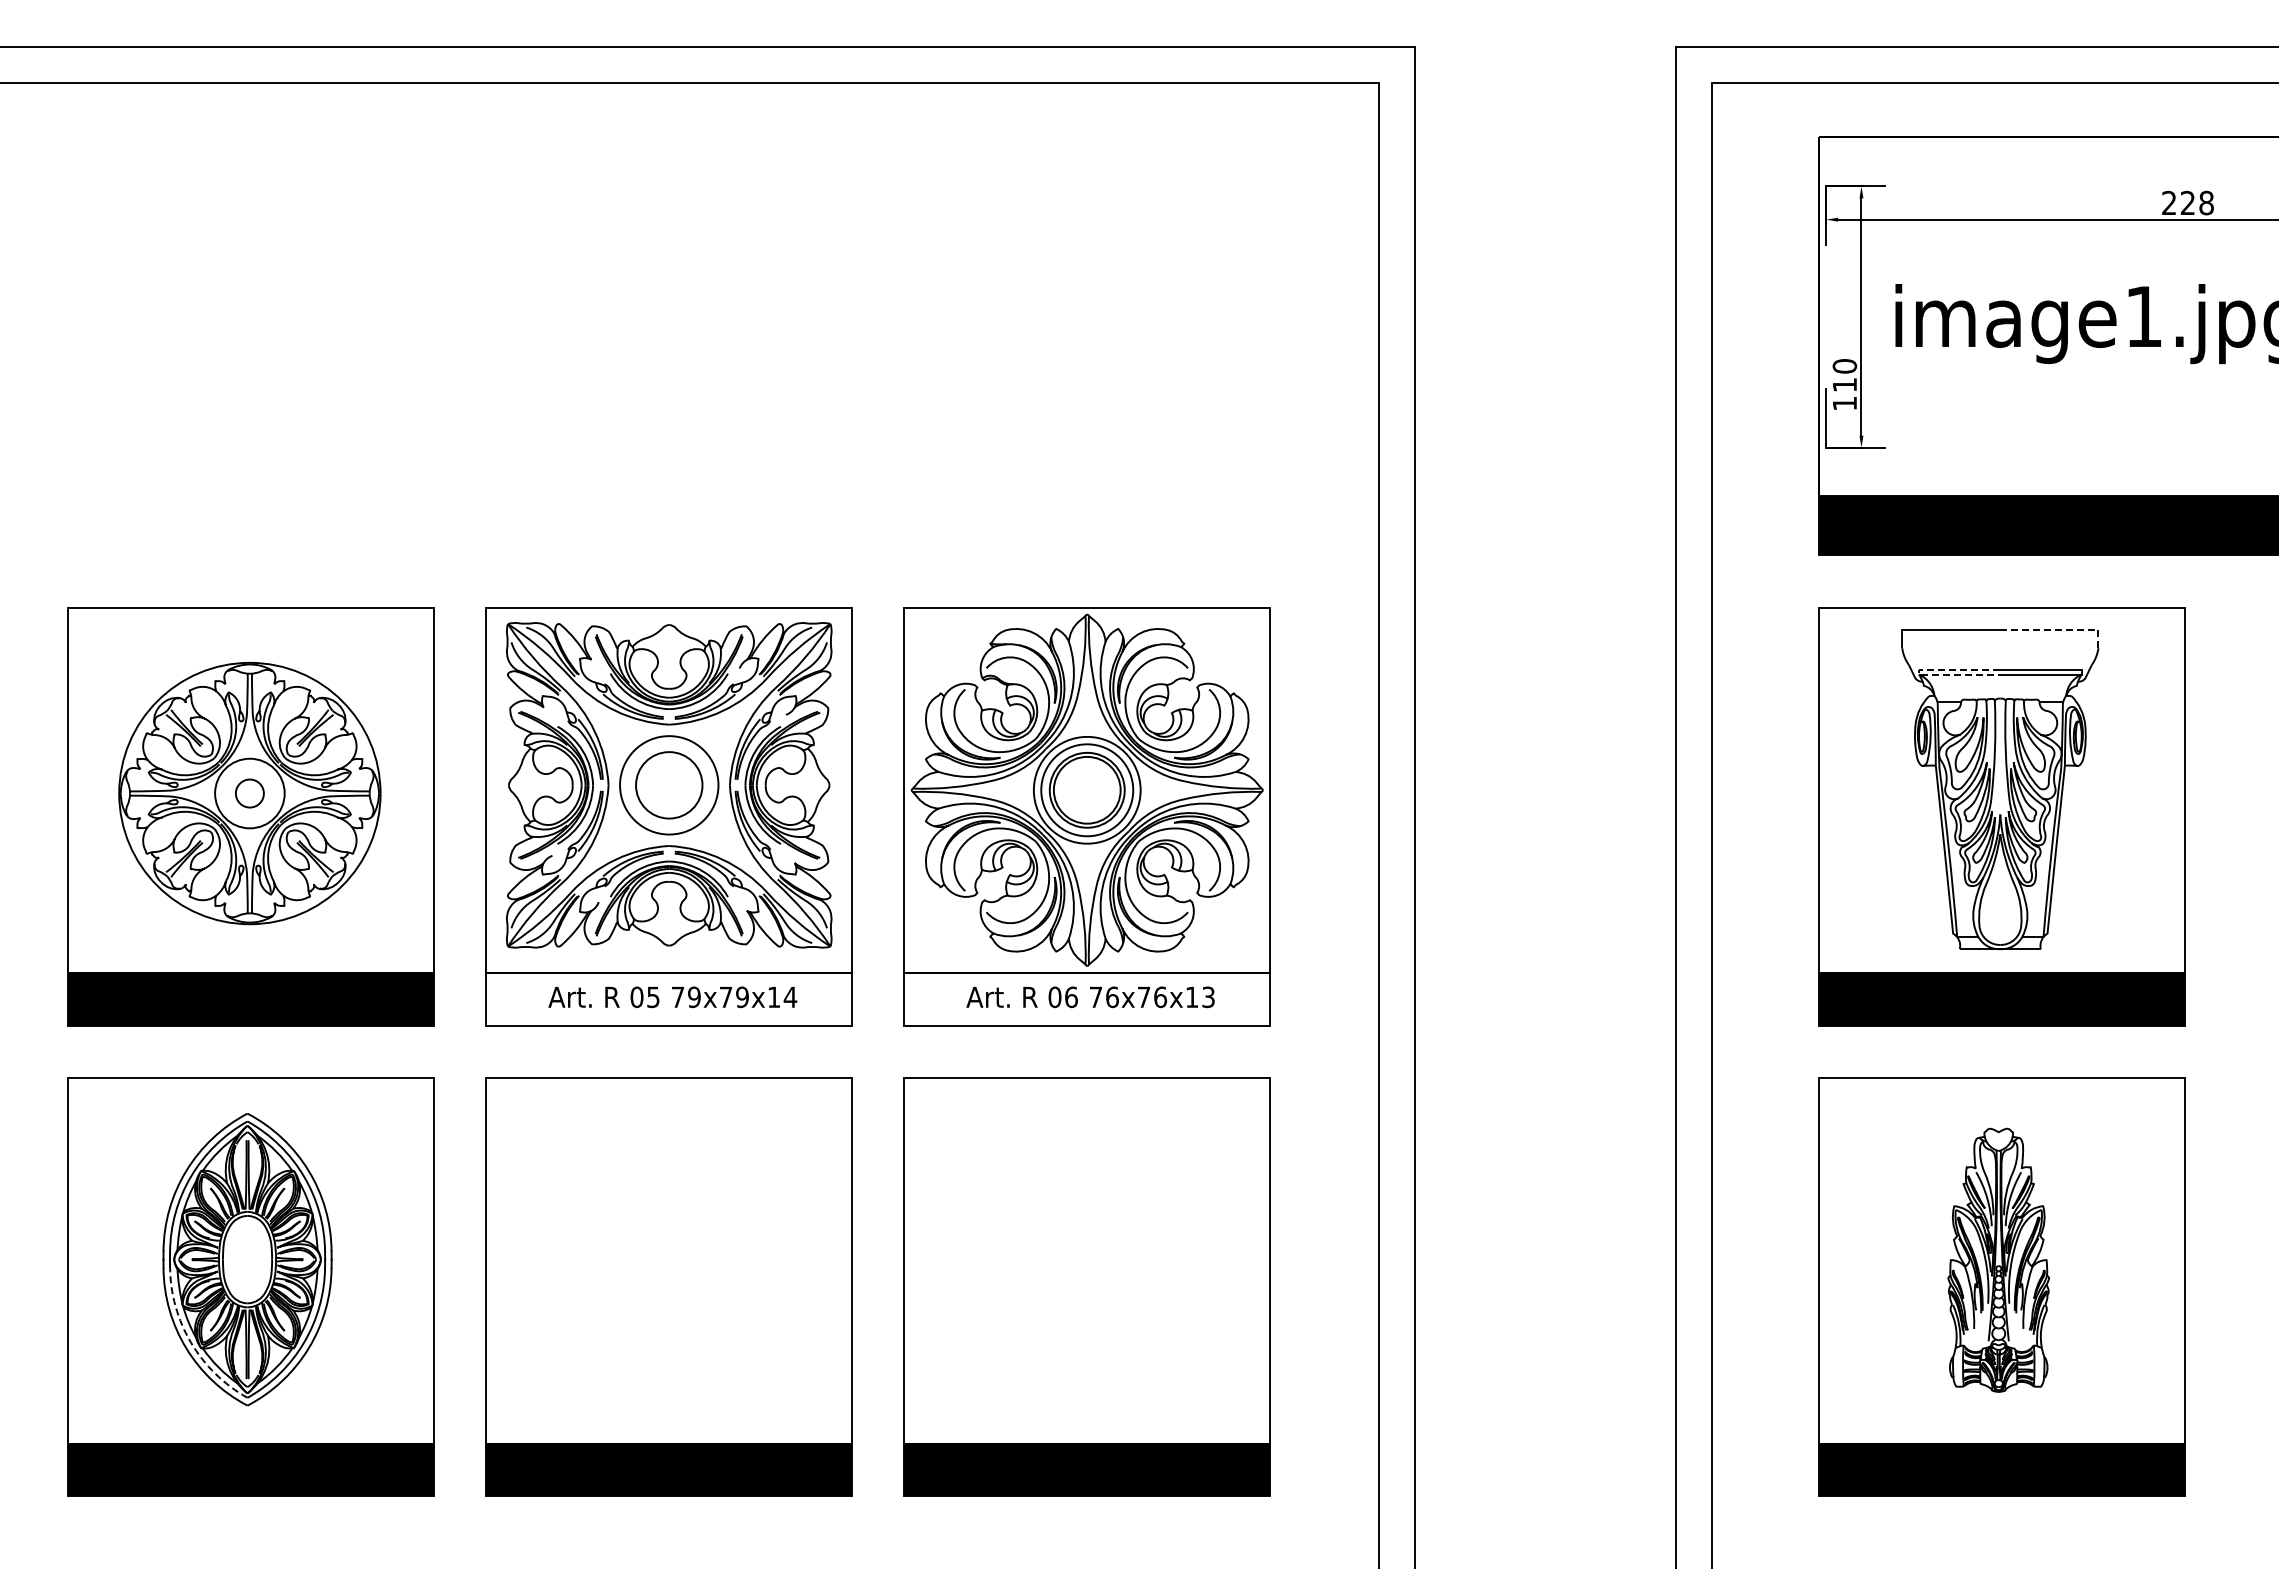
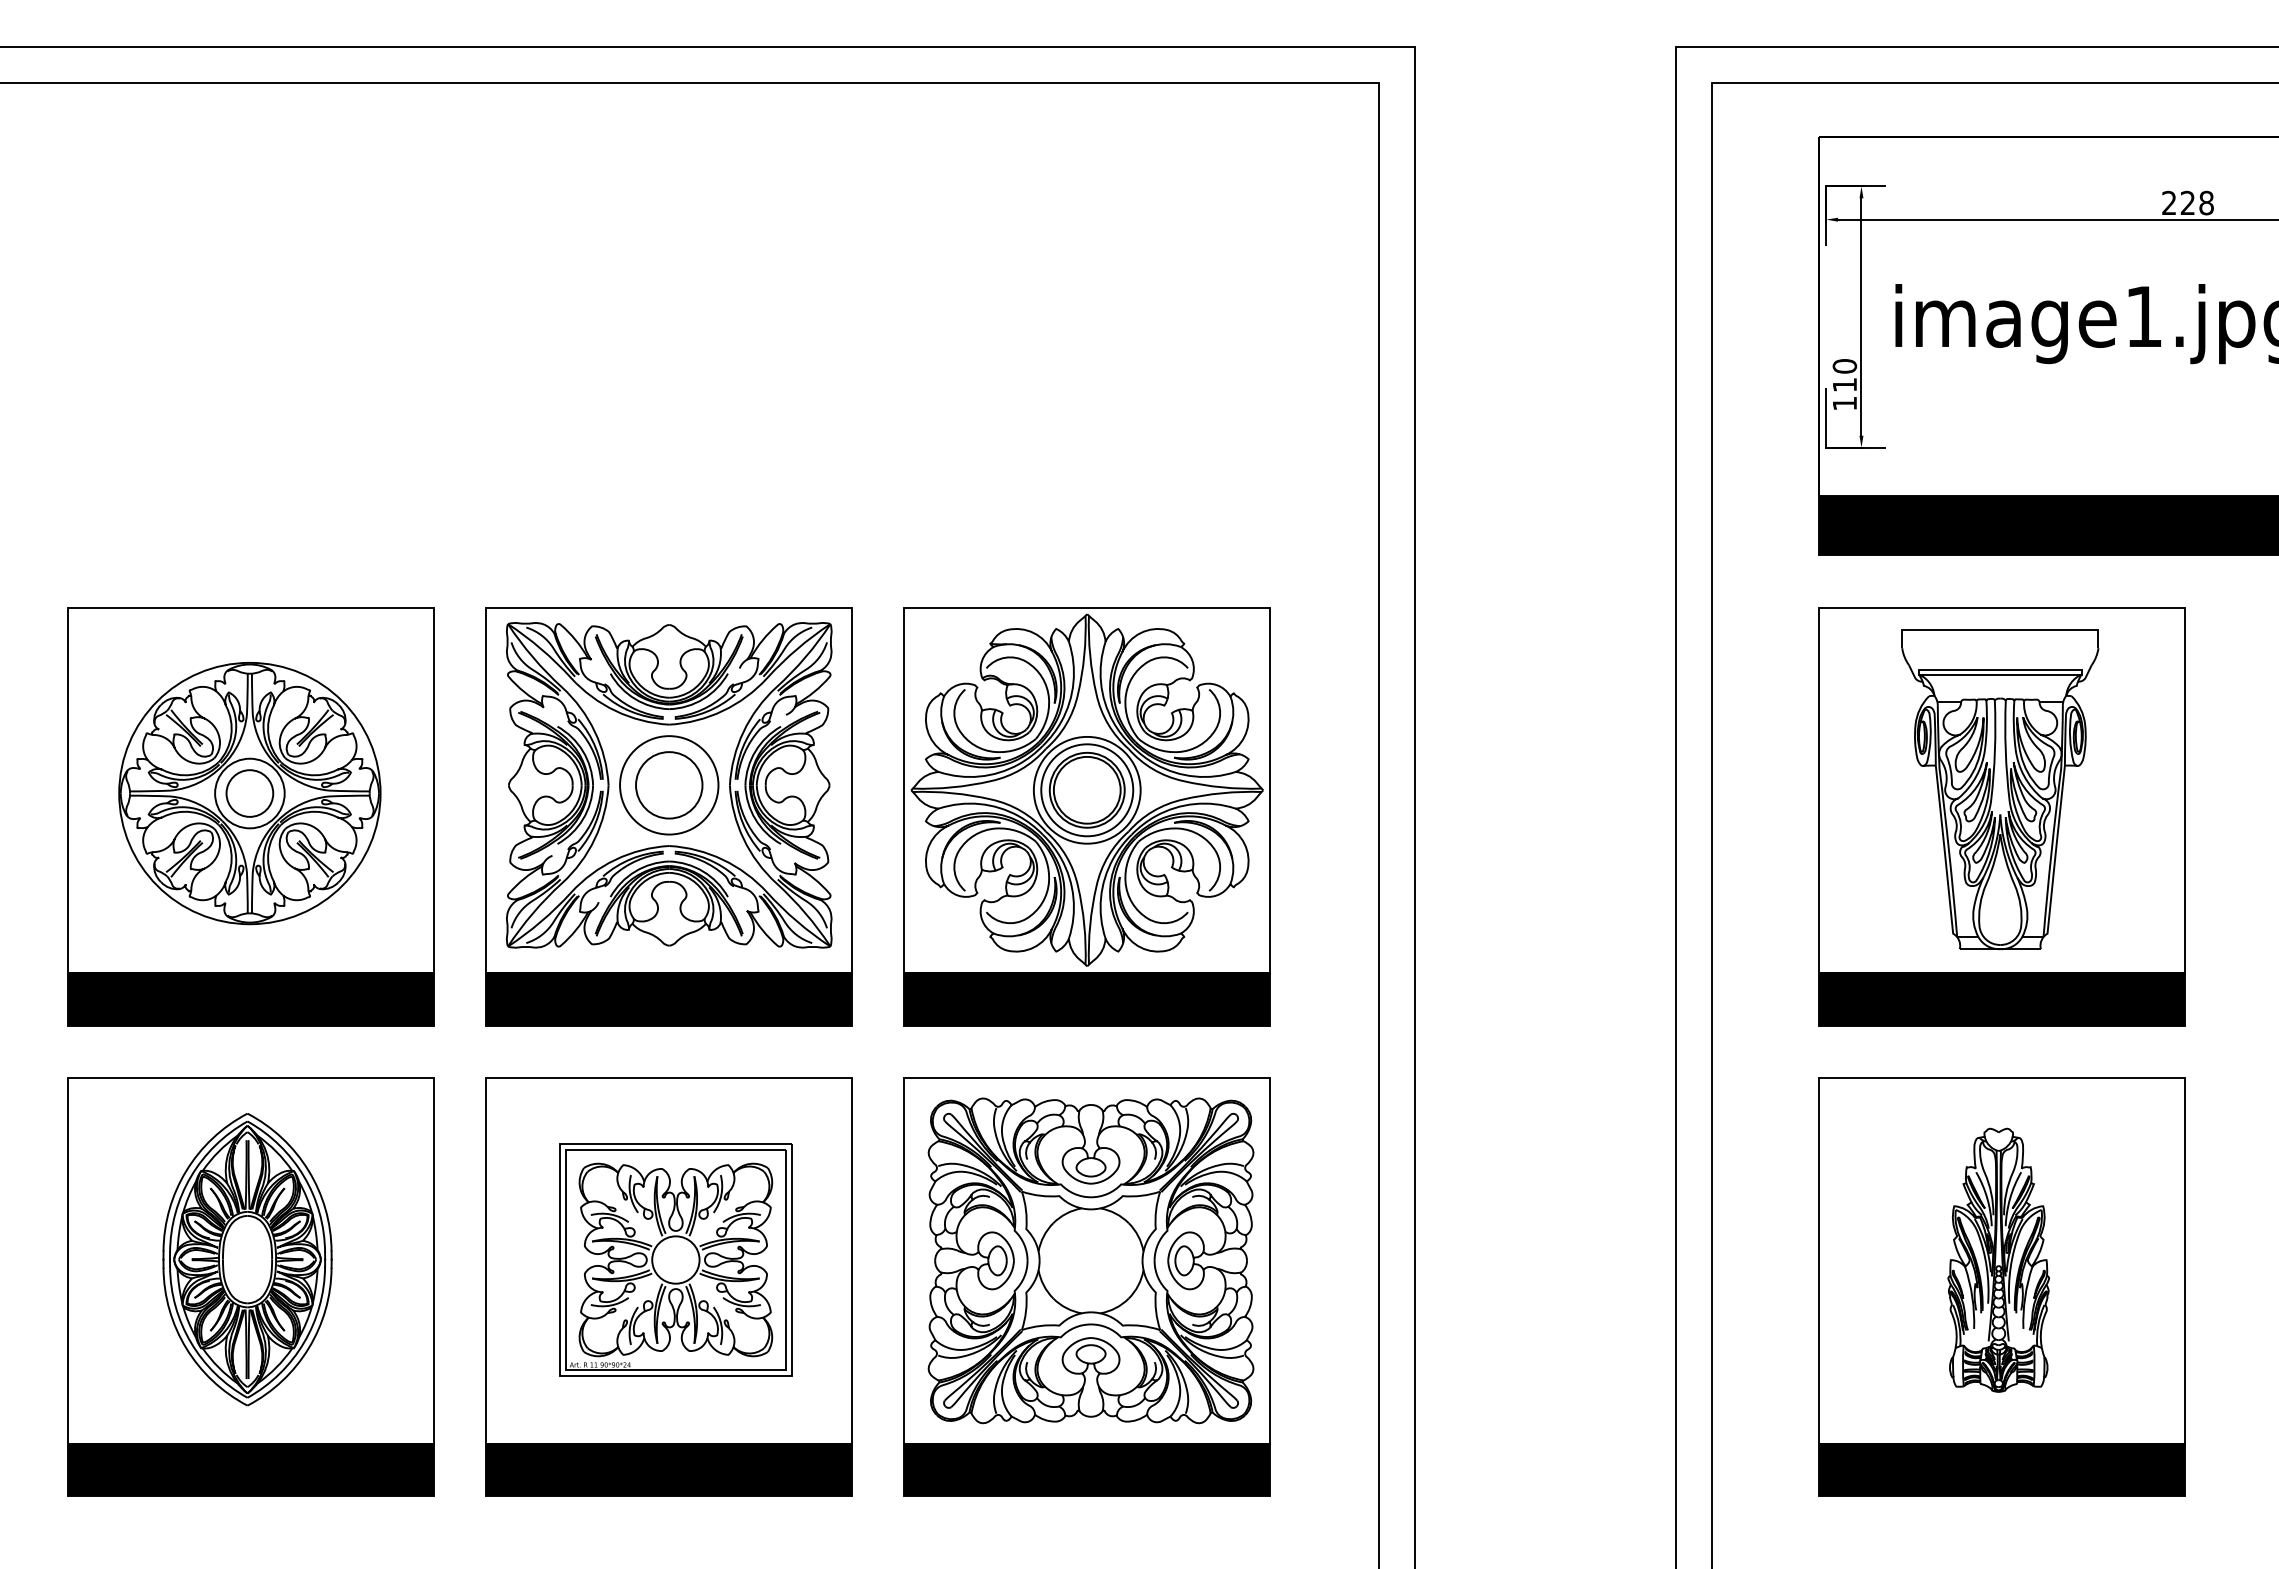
line at (2059, 629): dashed -> solid
line at (1918, 672): dashed -> solid
circle at (249, 793) diameter: 28 px -> 47 px
fill at (669, 999): none -> present
fill at (1087, 999): none -> present
part at (675, 1259): none -> present
part at (1090, 1260): none -> present
line at (191, 1342): dashed -> solid
